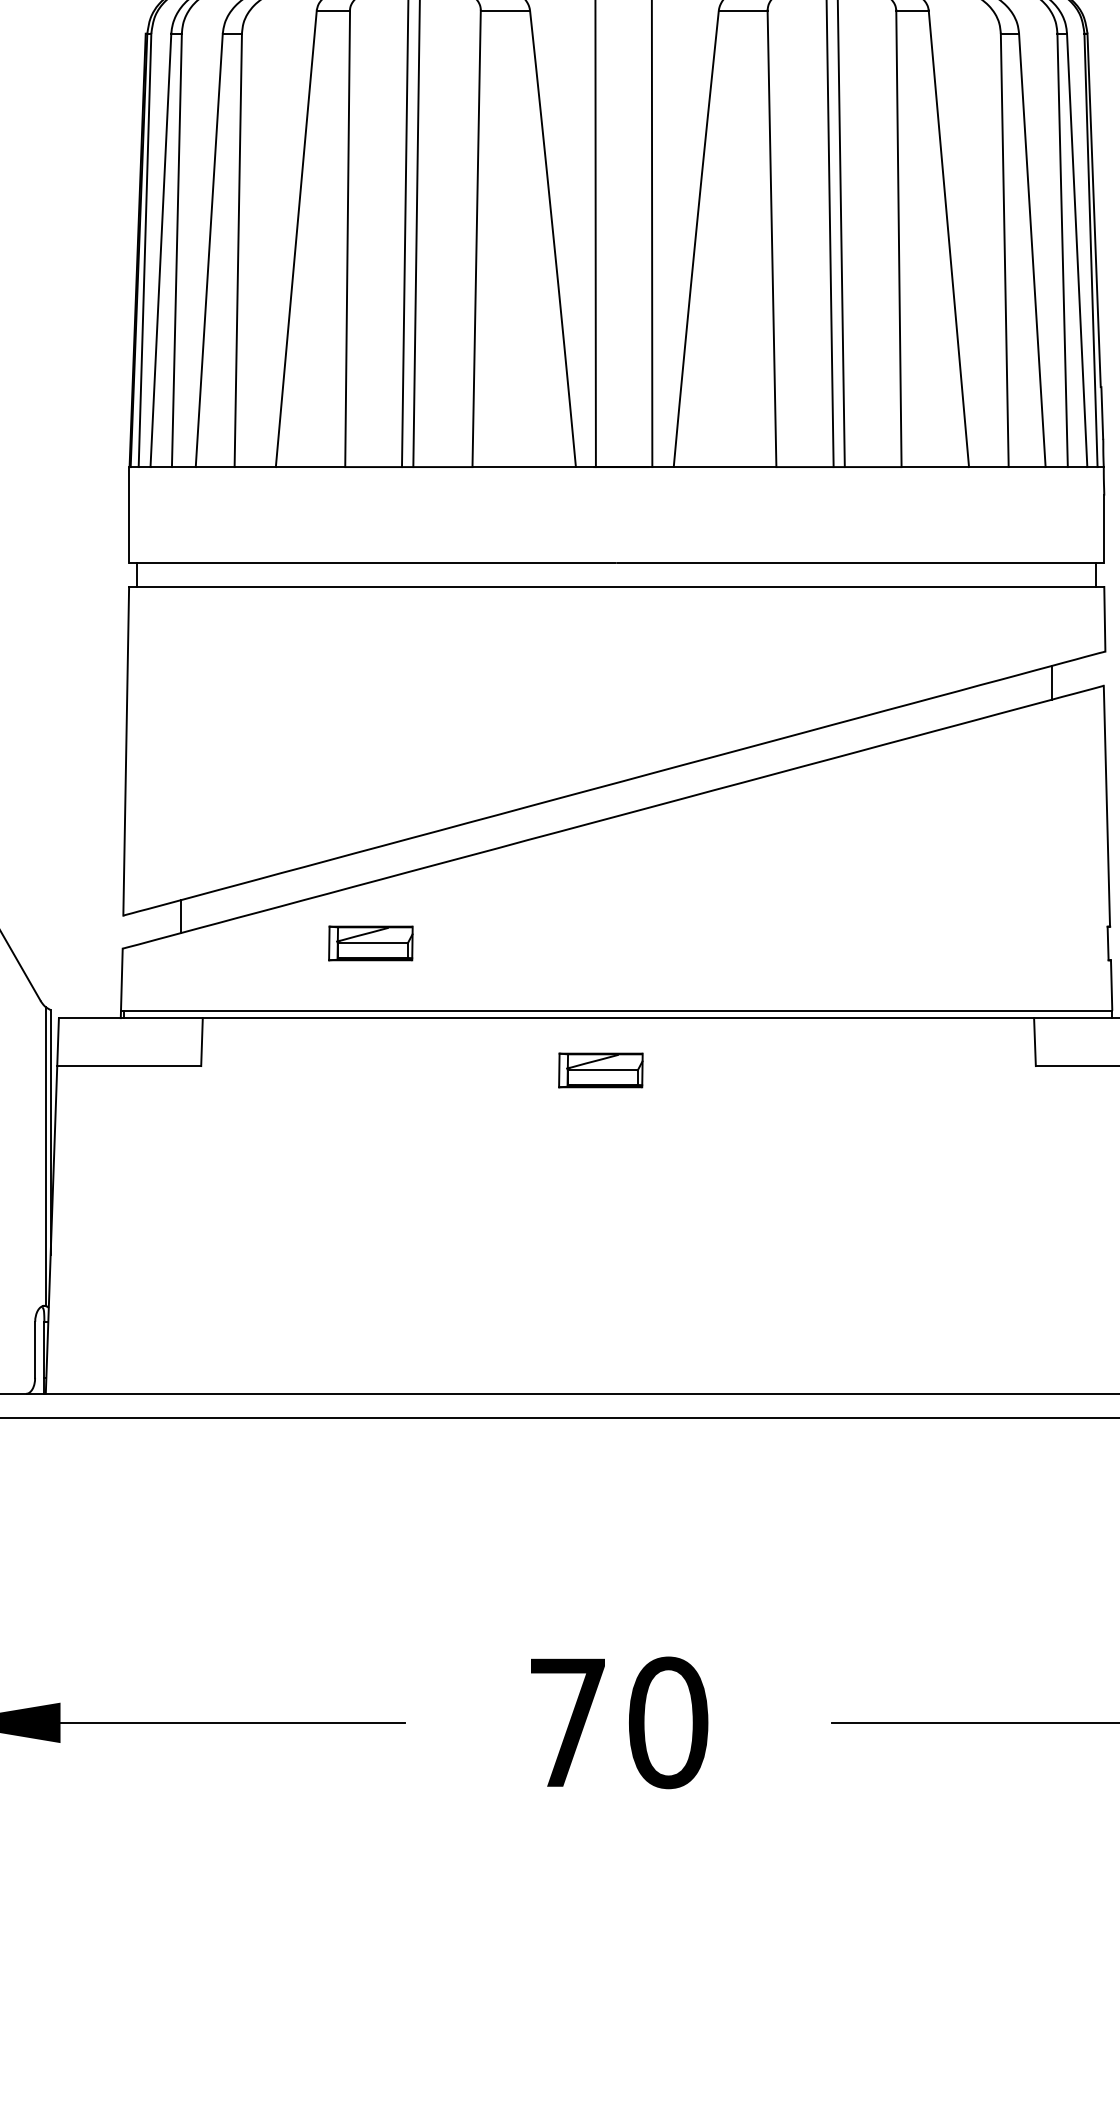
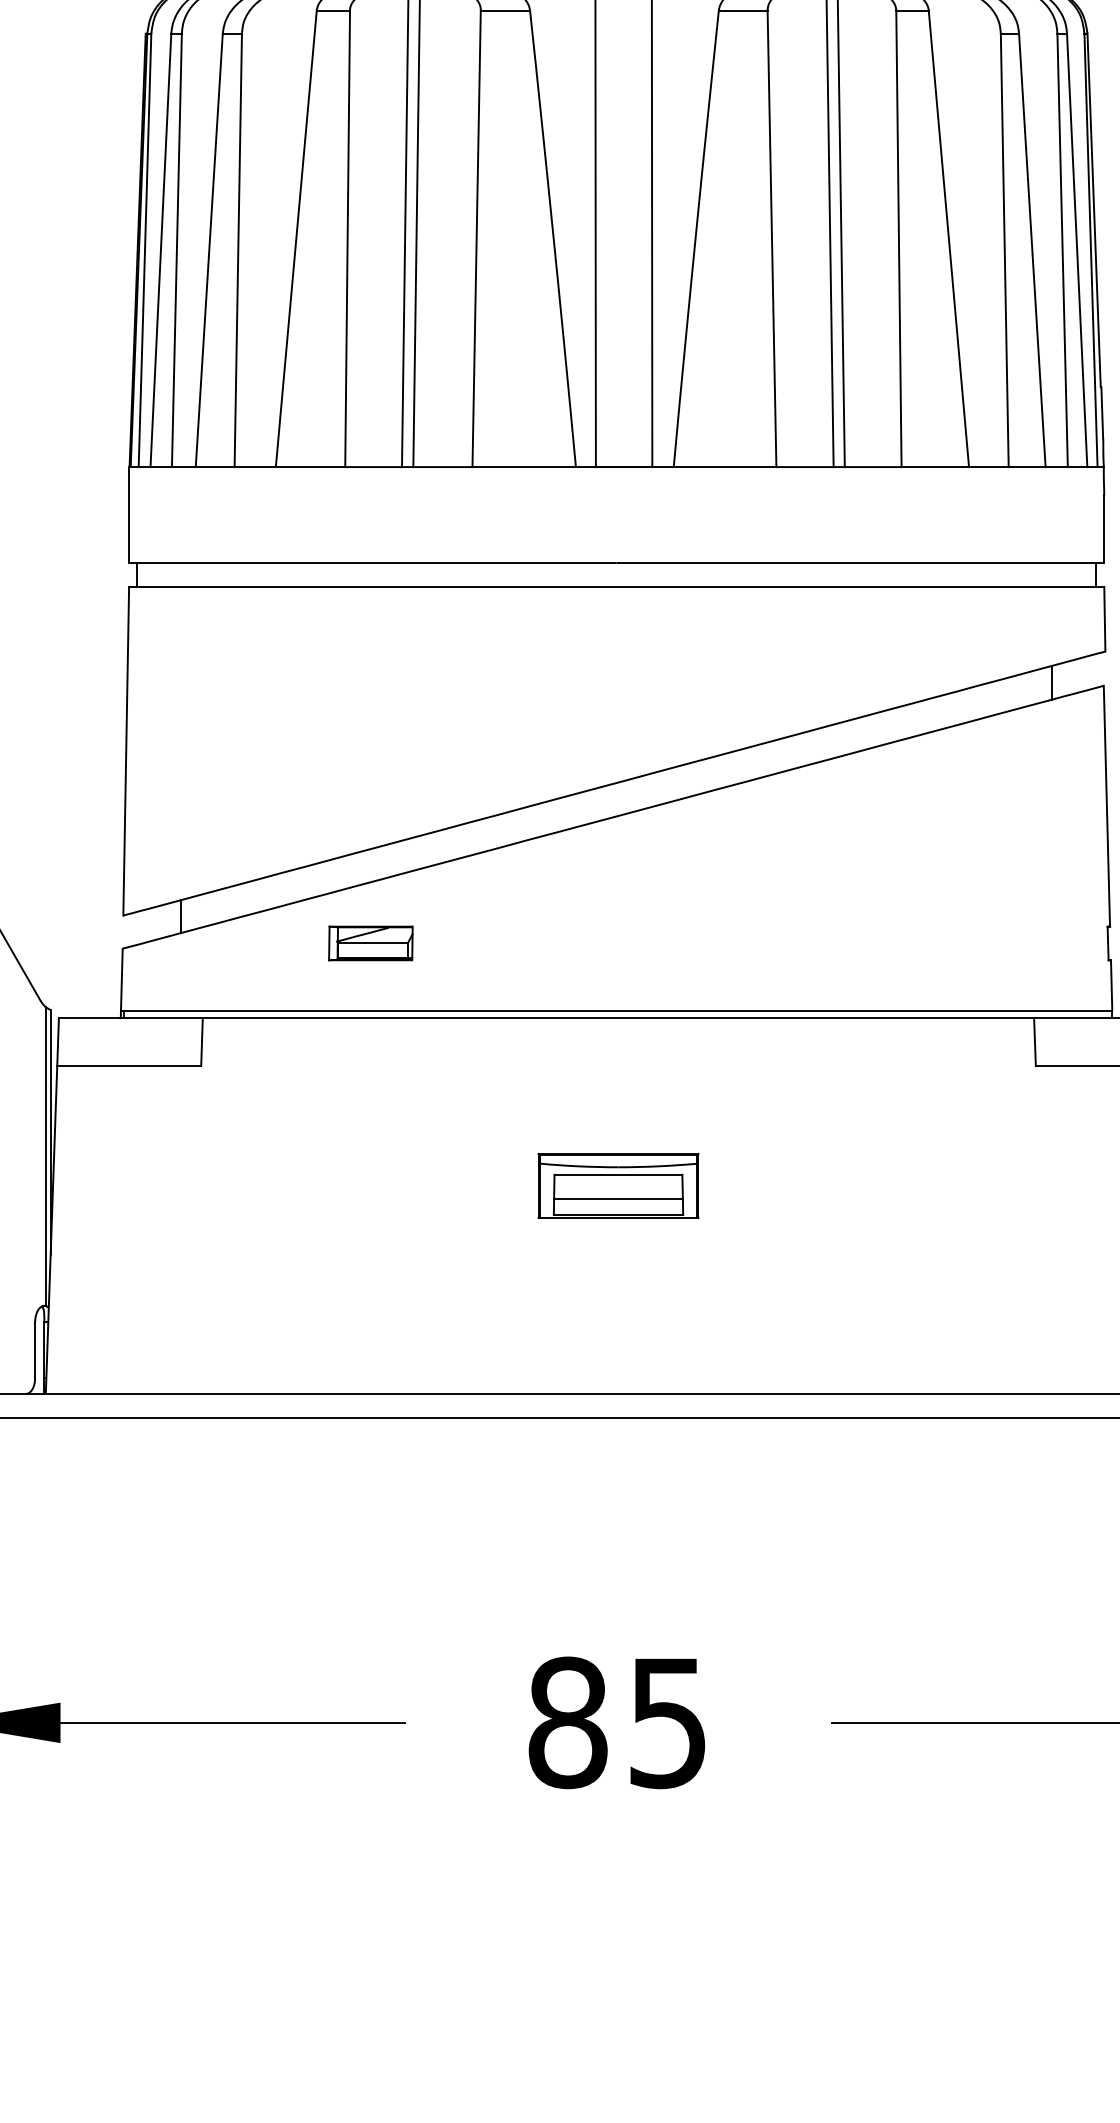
part at (600, 1070): present -> none
part at (618, 1185): none -> present
text at (618, 1722): 70 -> 85
